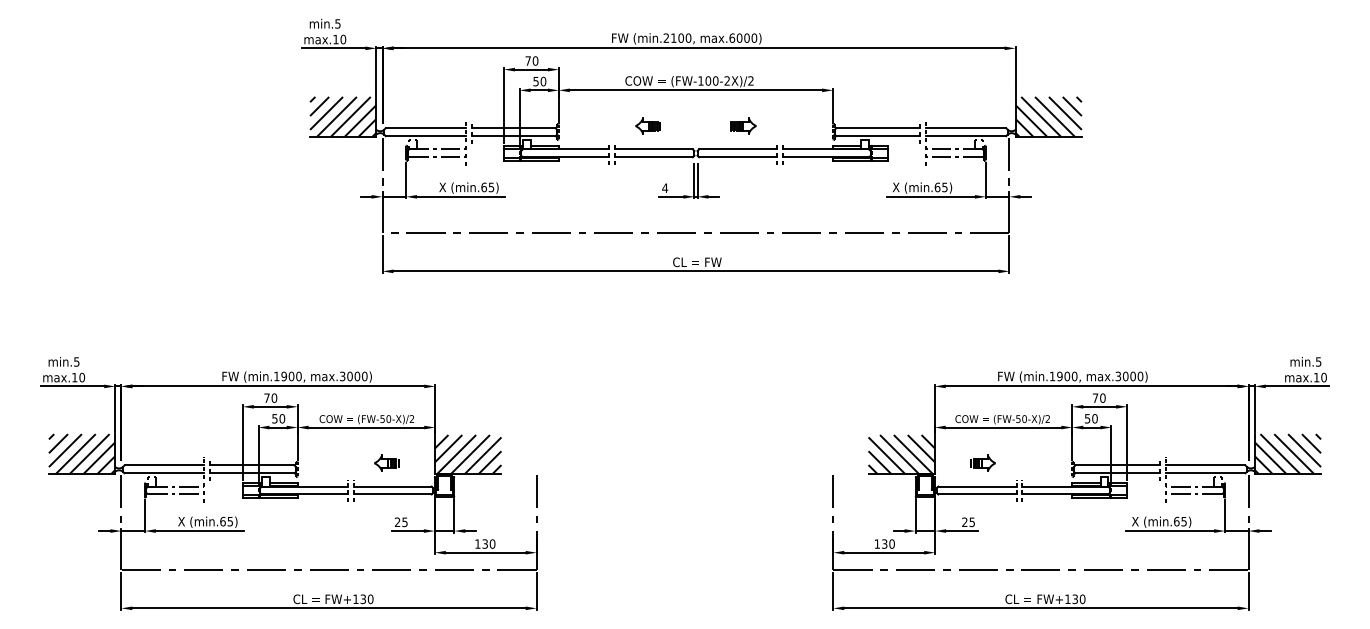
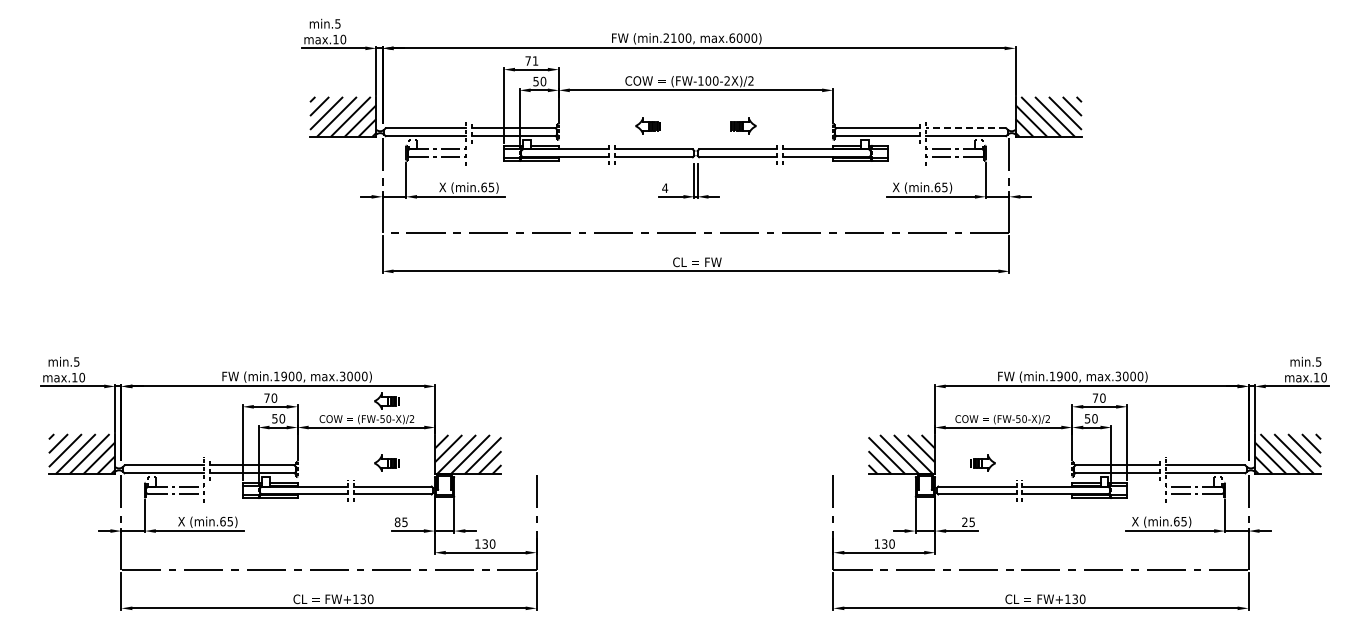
text at (535, 60): 70 -> 71
line at (966, 128): solid -> dashed
part at (386, 400): none -> present
text at (397, 522): 25 -> 85
